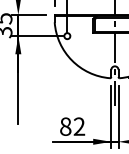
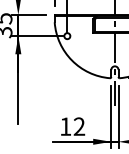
text at (65, 126): 82 -> 12
